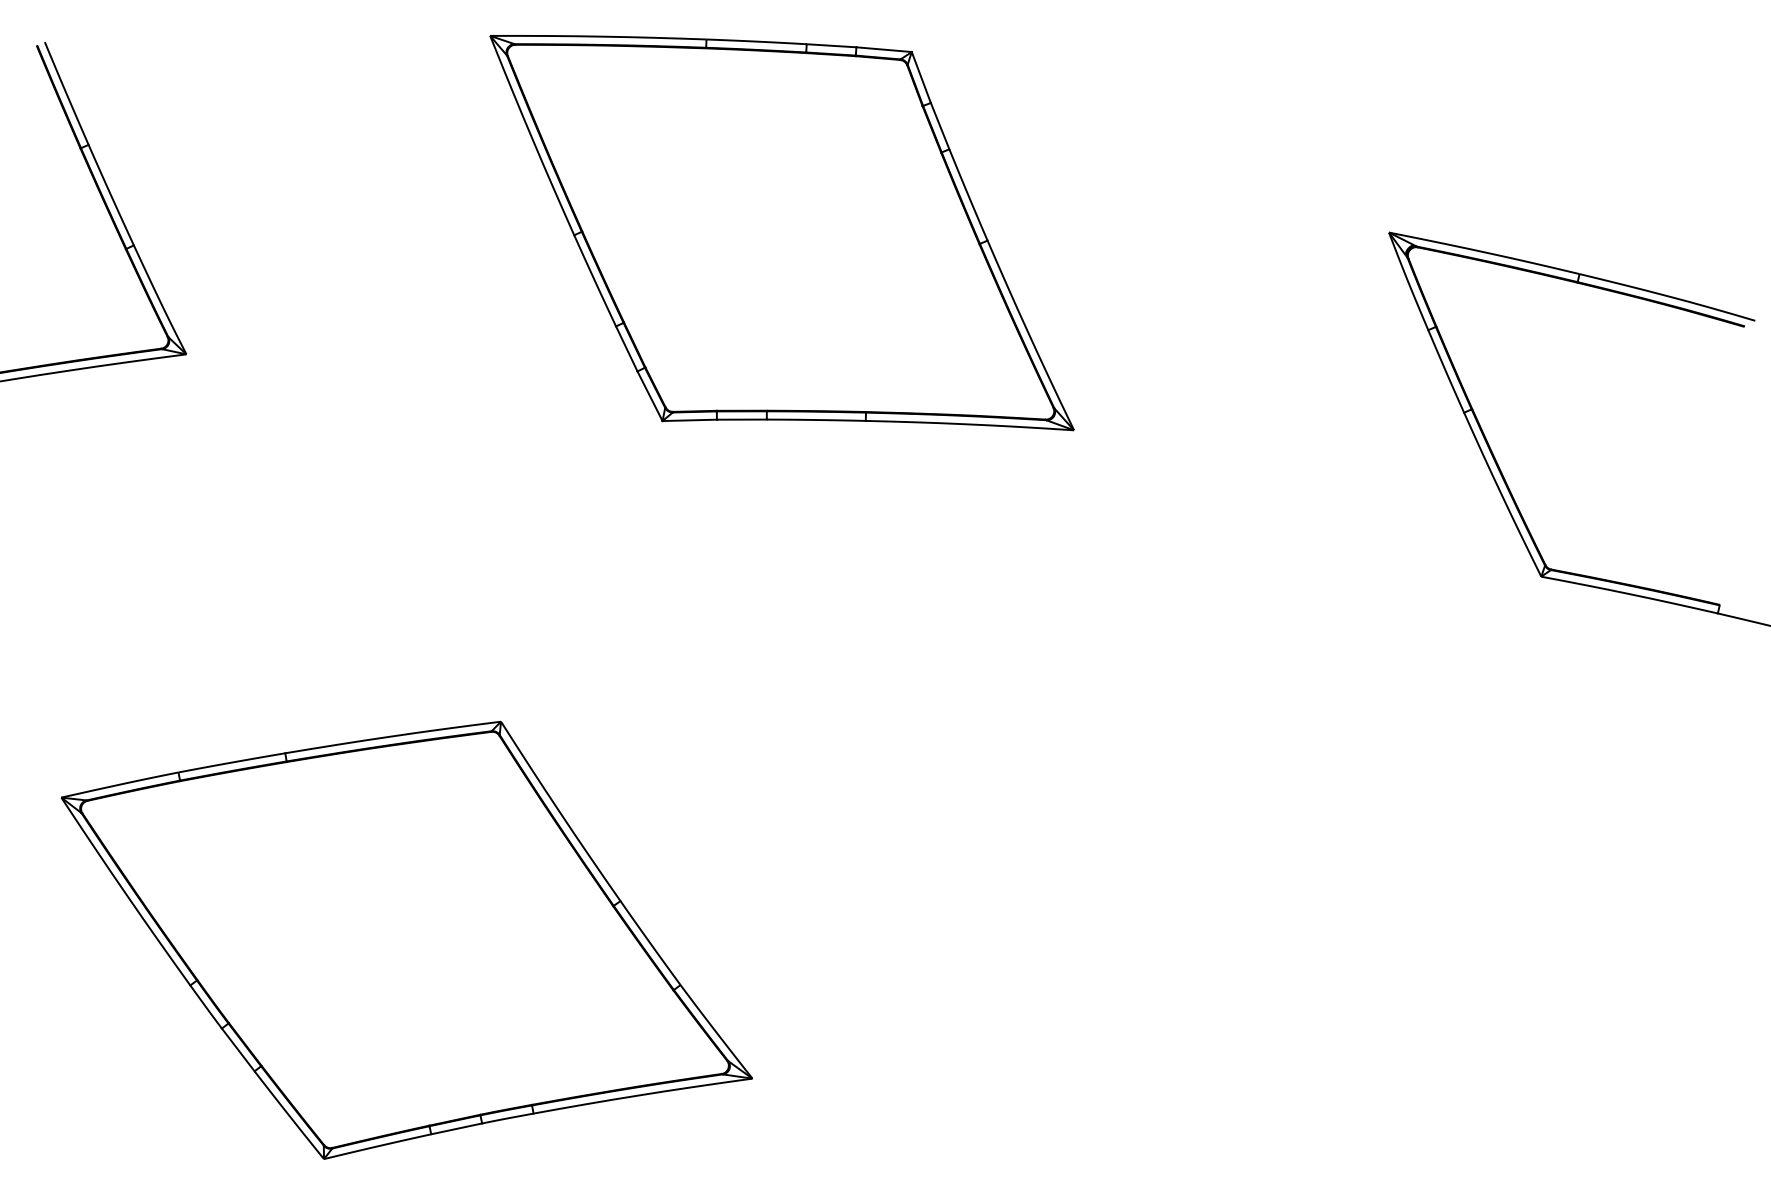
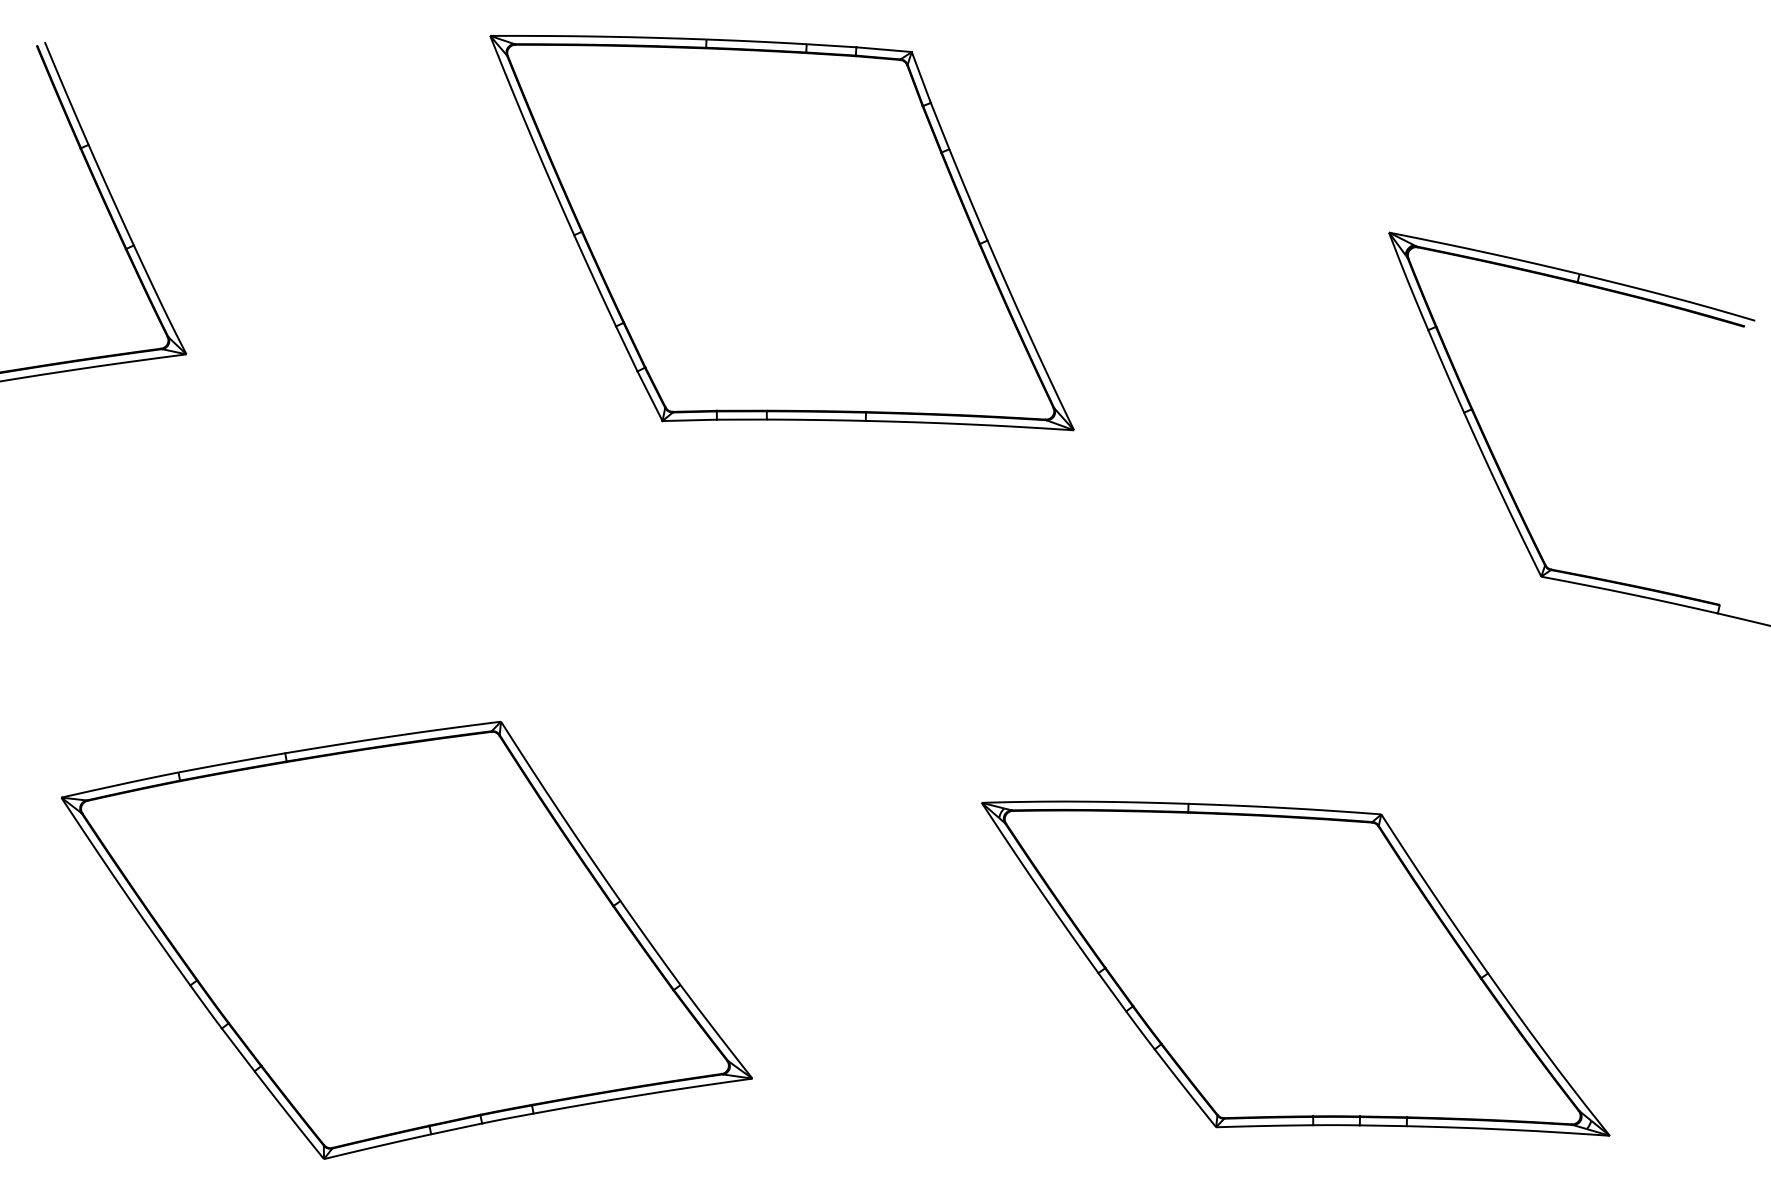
part at (1295, 968): none -> present
